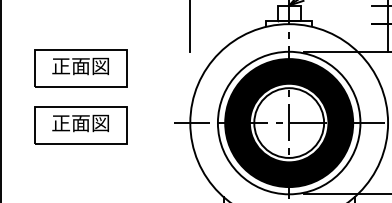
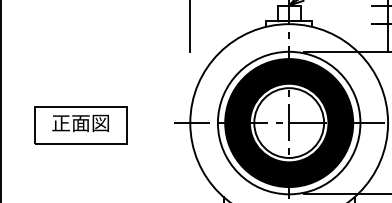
part at (80, 68): present -> none
